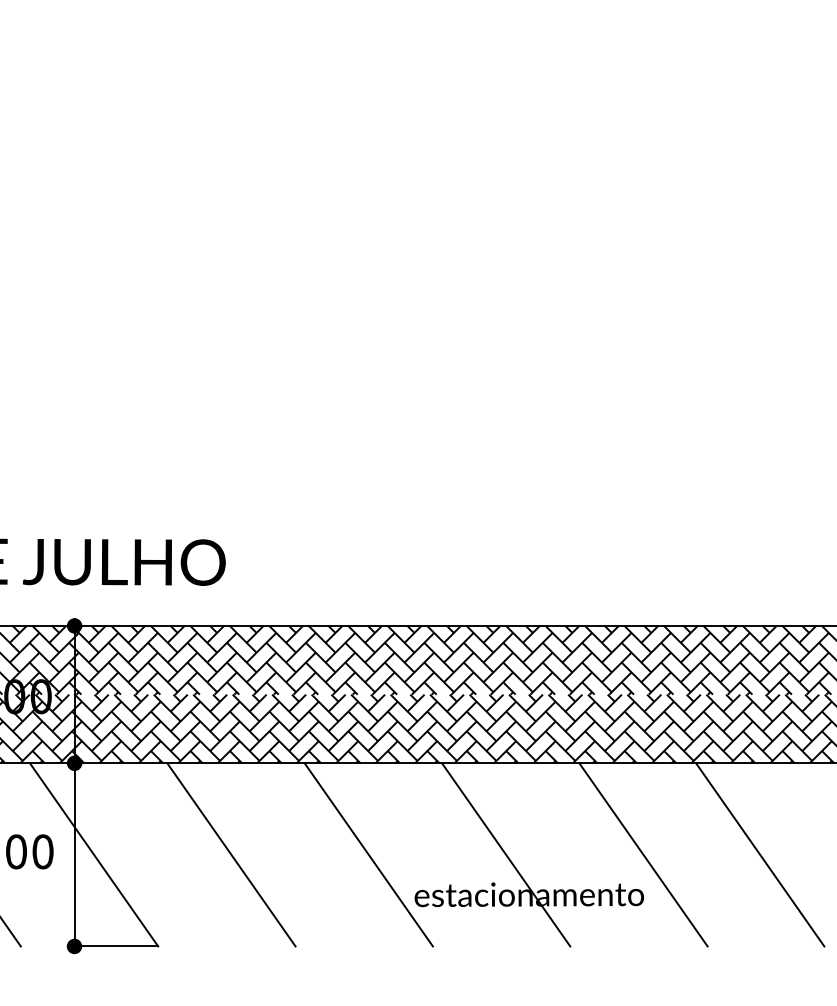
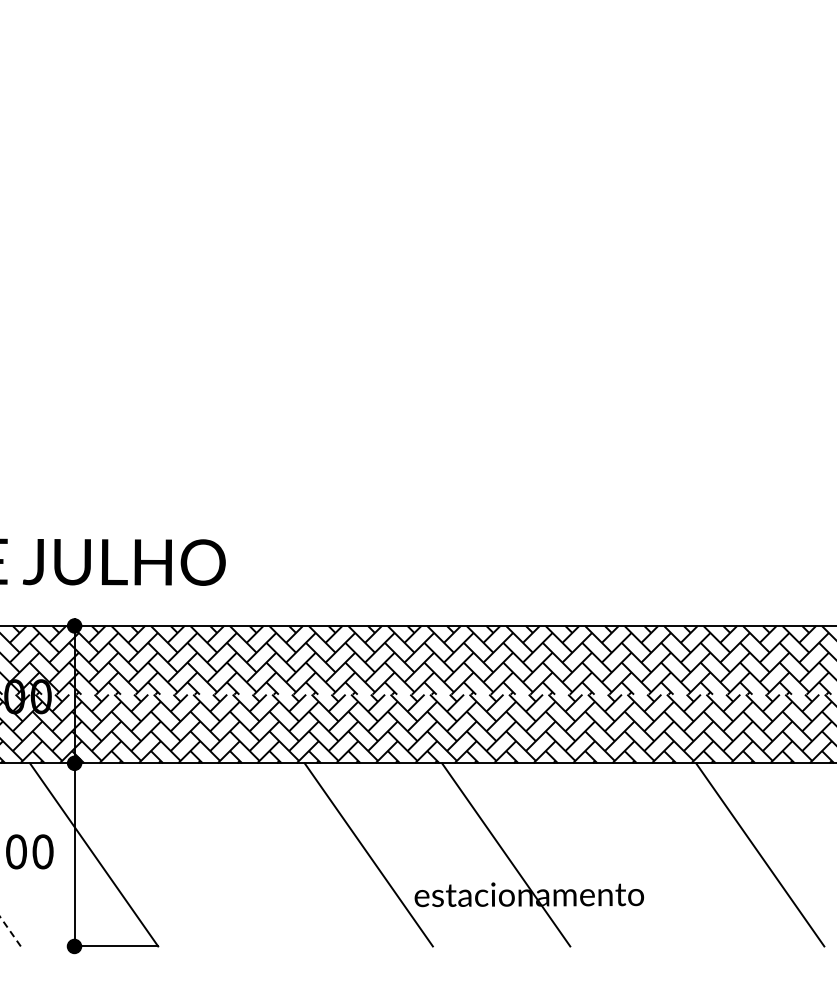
line at (231, 854): present -> none
line at (643, 854): present -> none
line at (10, 931): solid -> dashed
